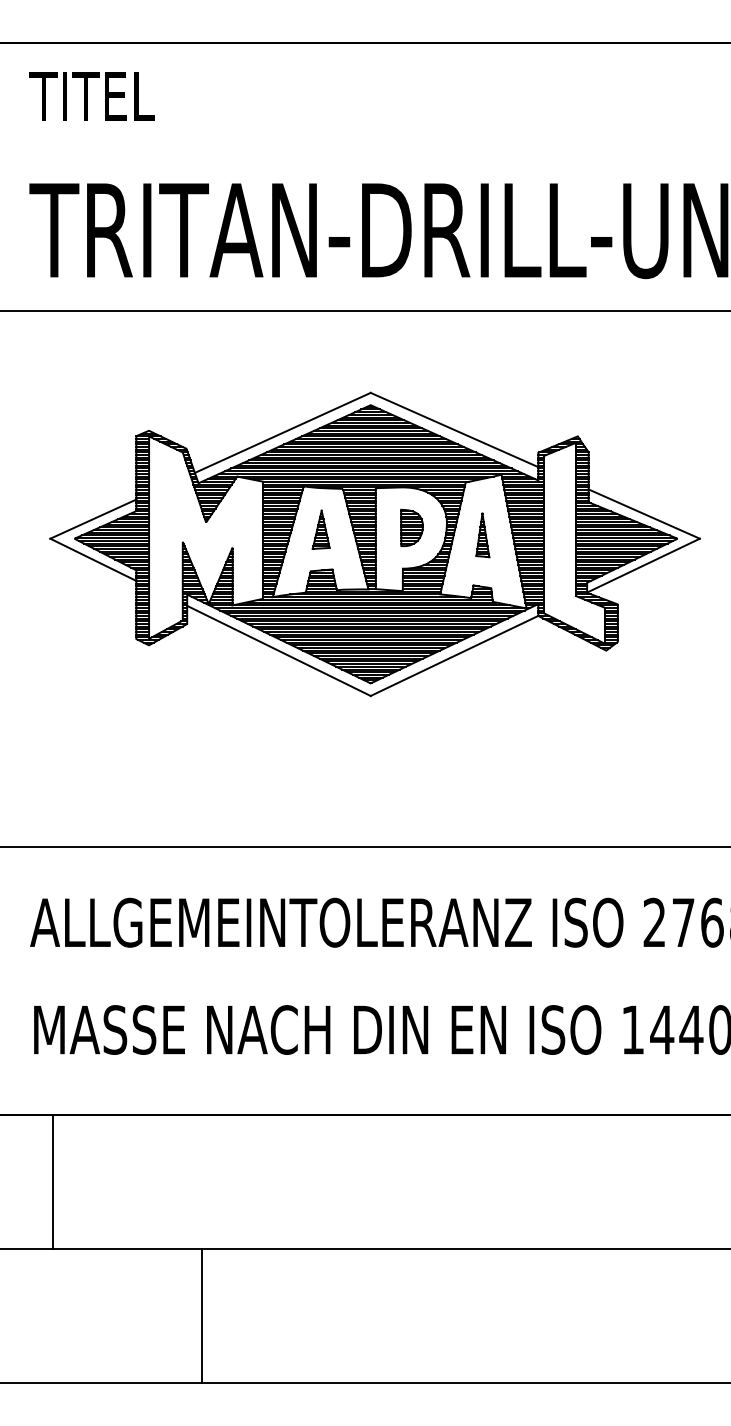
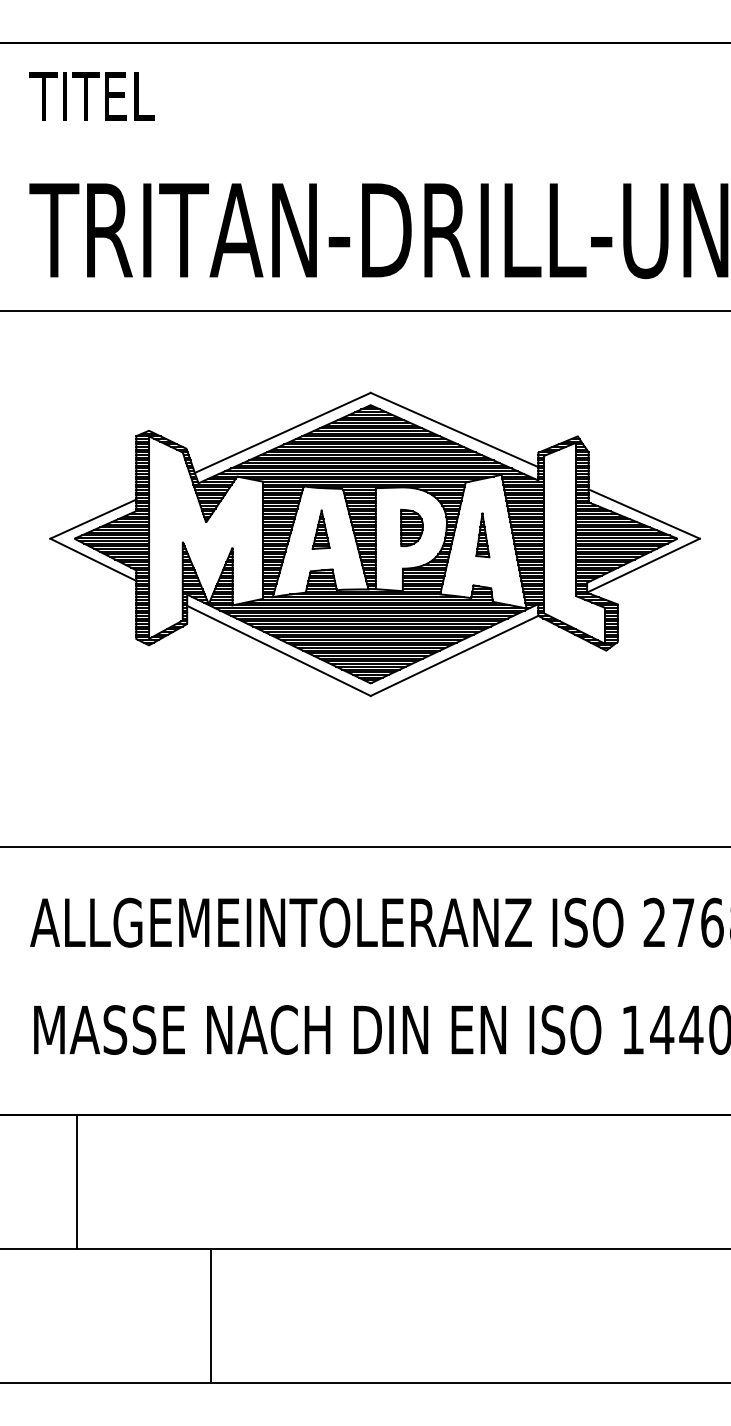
line at (53, 1182) position: (53, 1182) -> (77, 1182)
line at (202, 1316) position: (202, 1316) -> (211, 1316)
